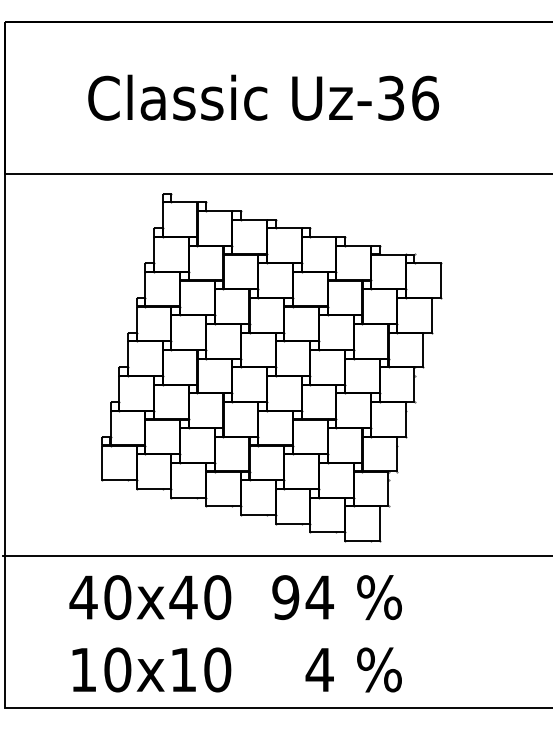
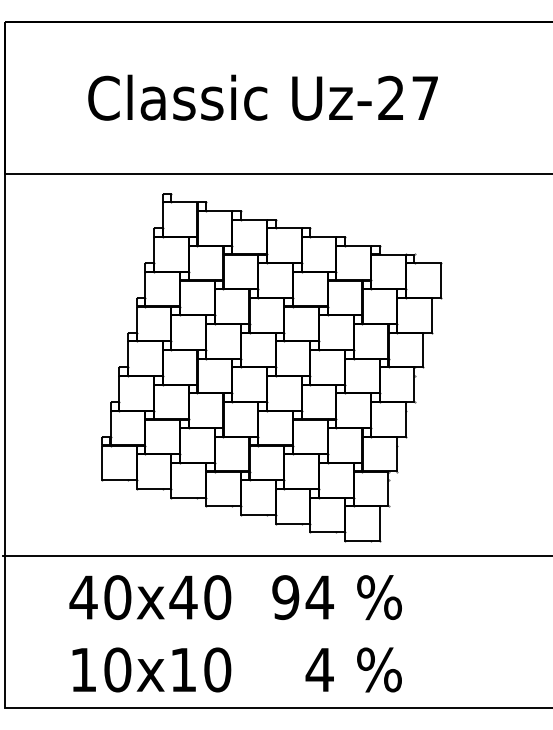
text at (408, 97): Uz-36 -> Uz-27
